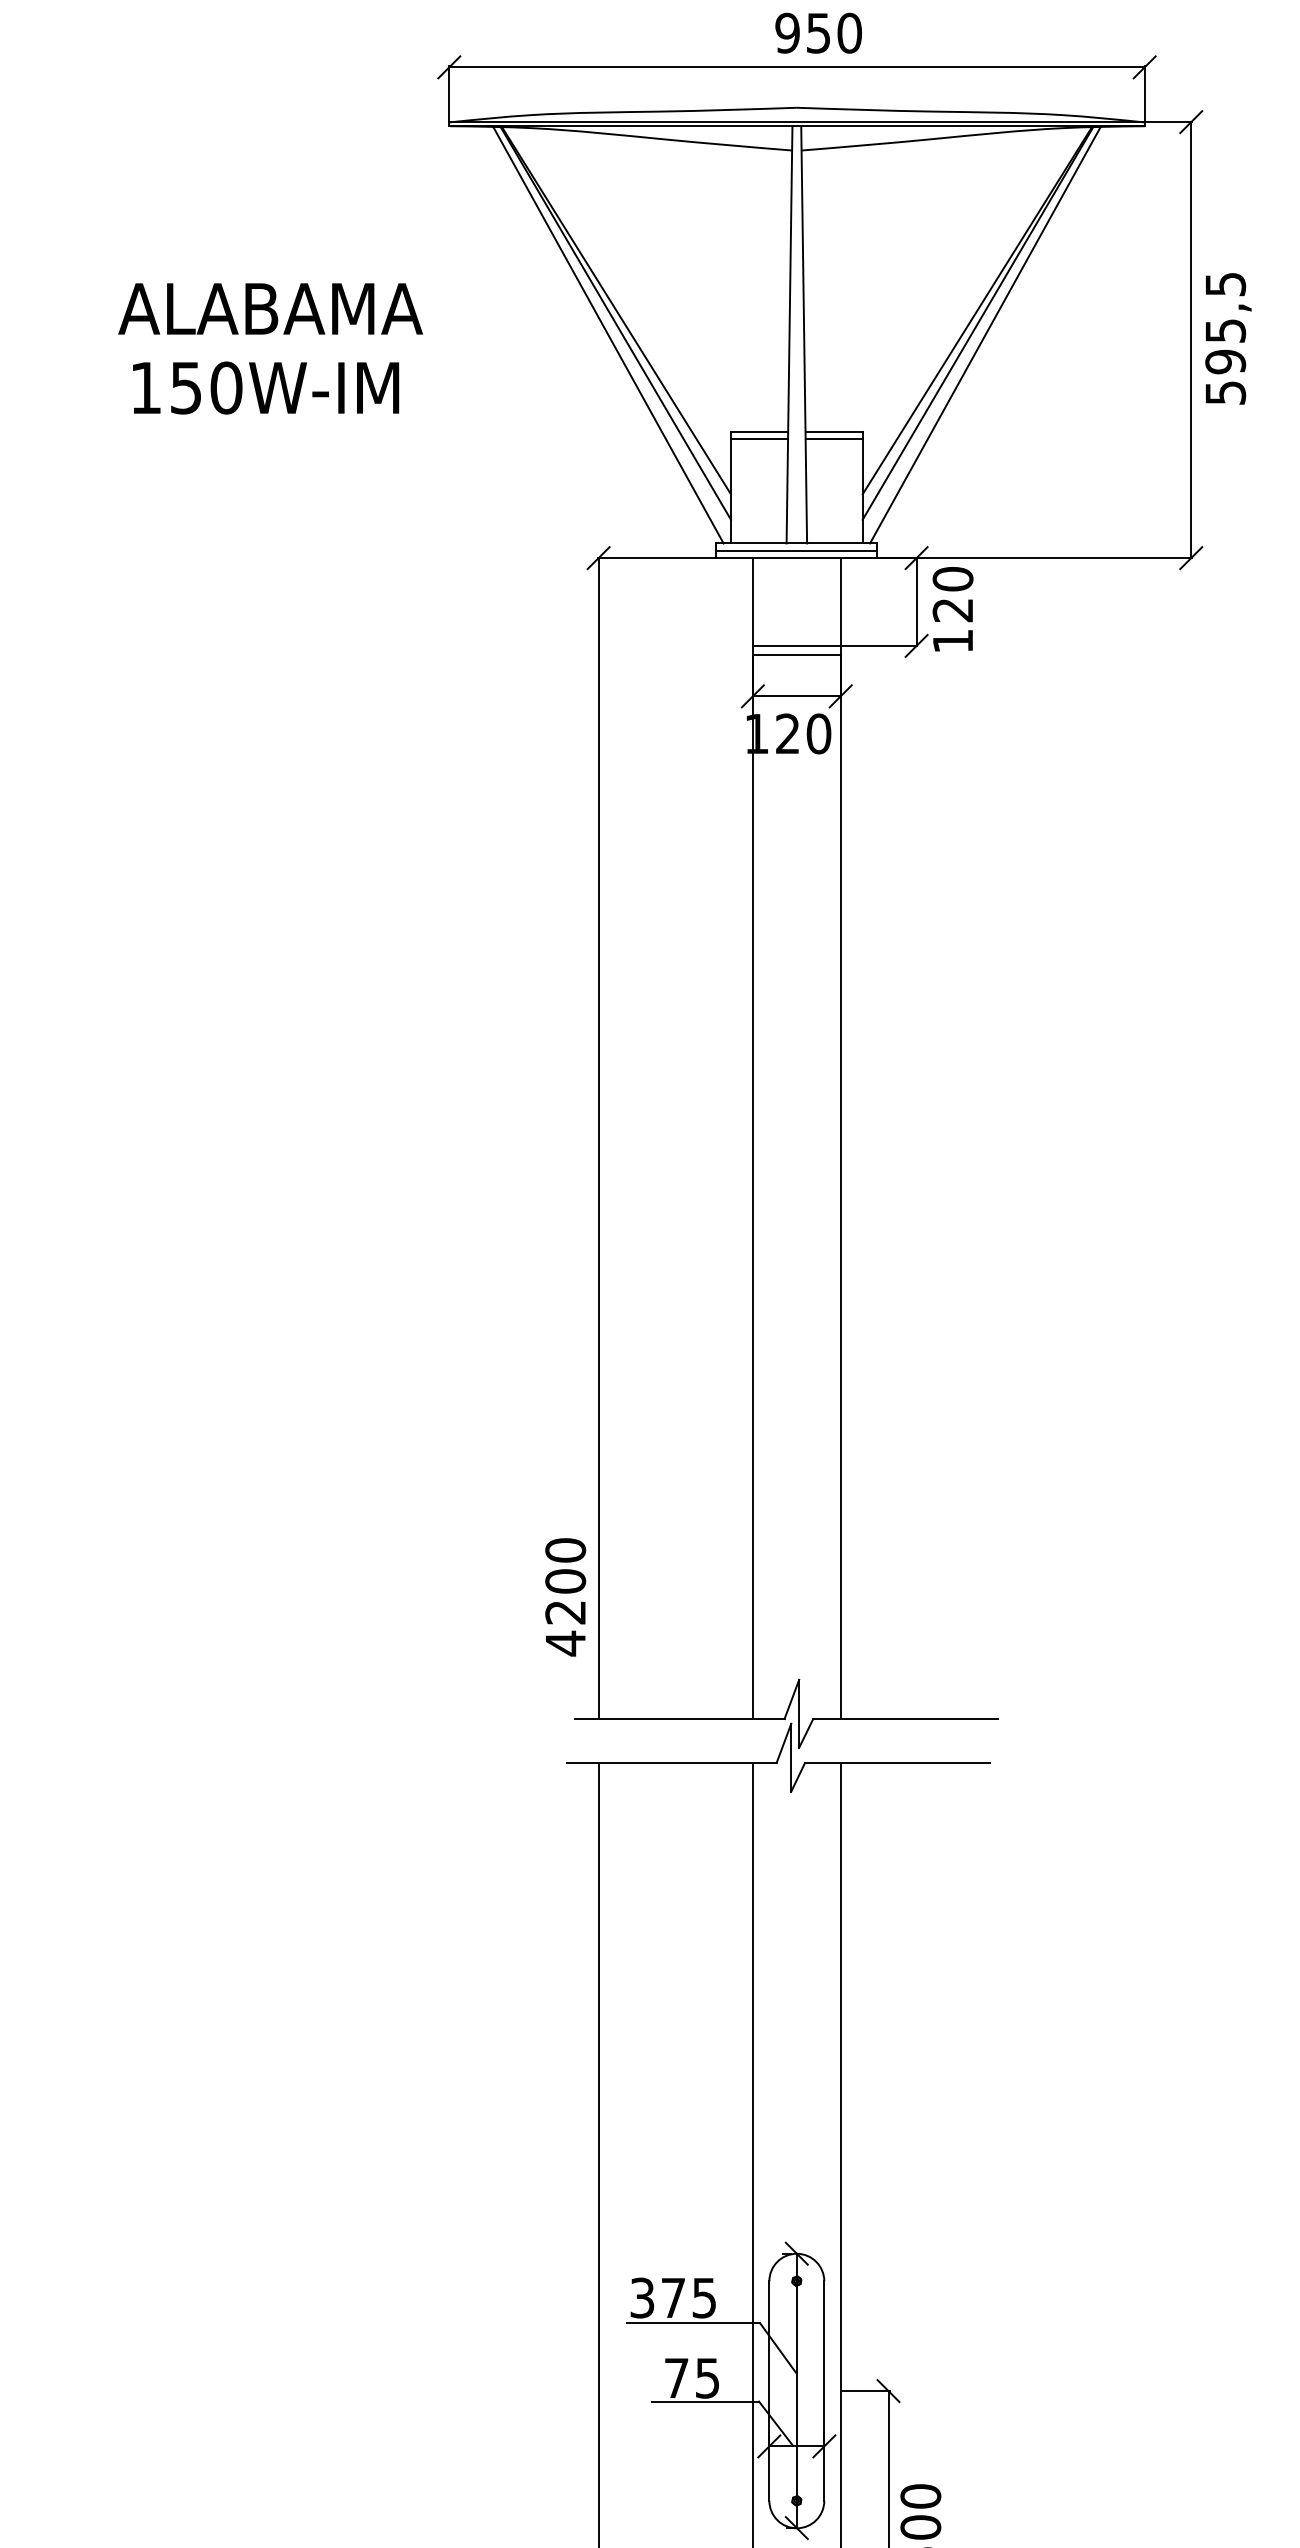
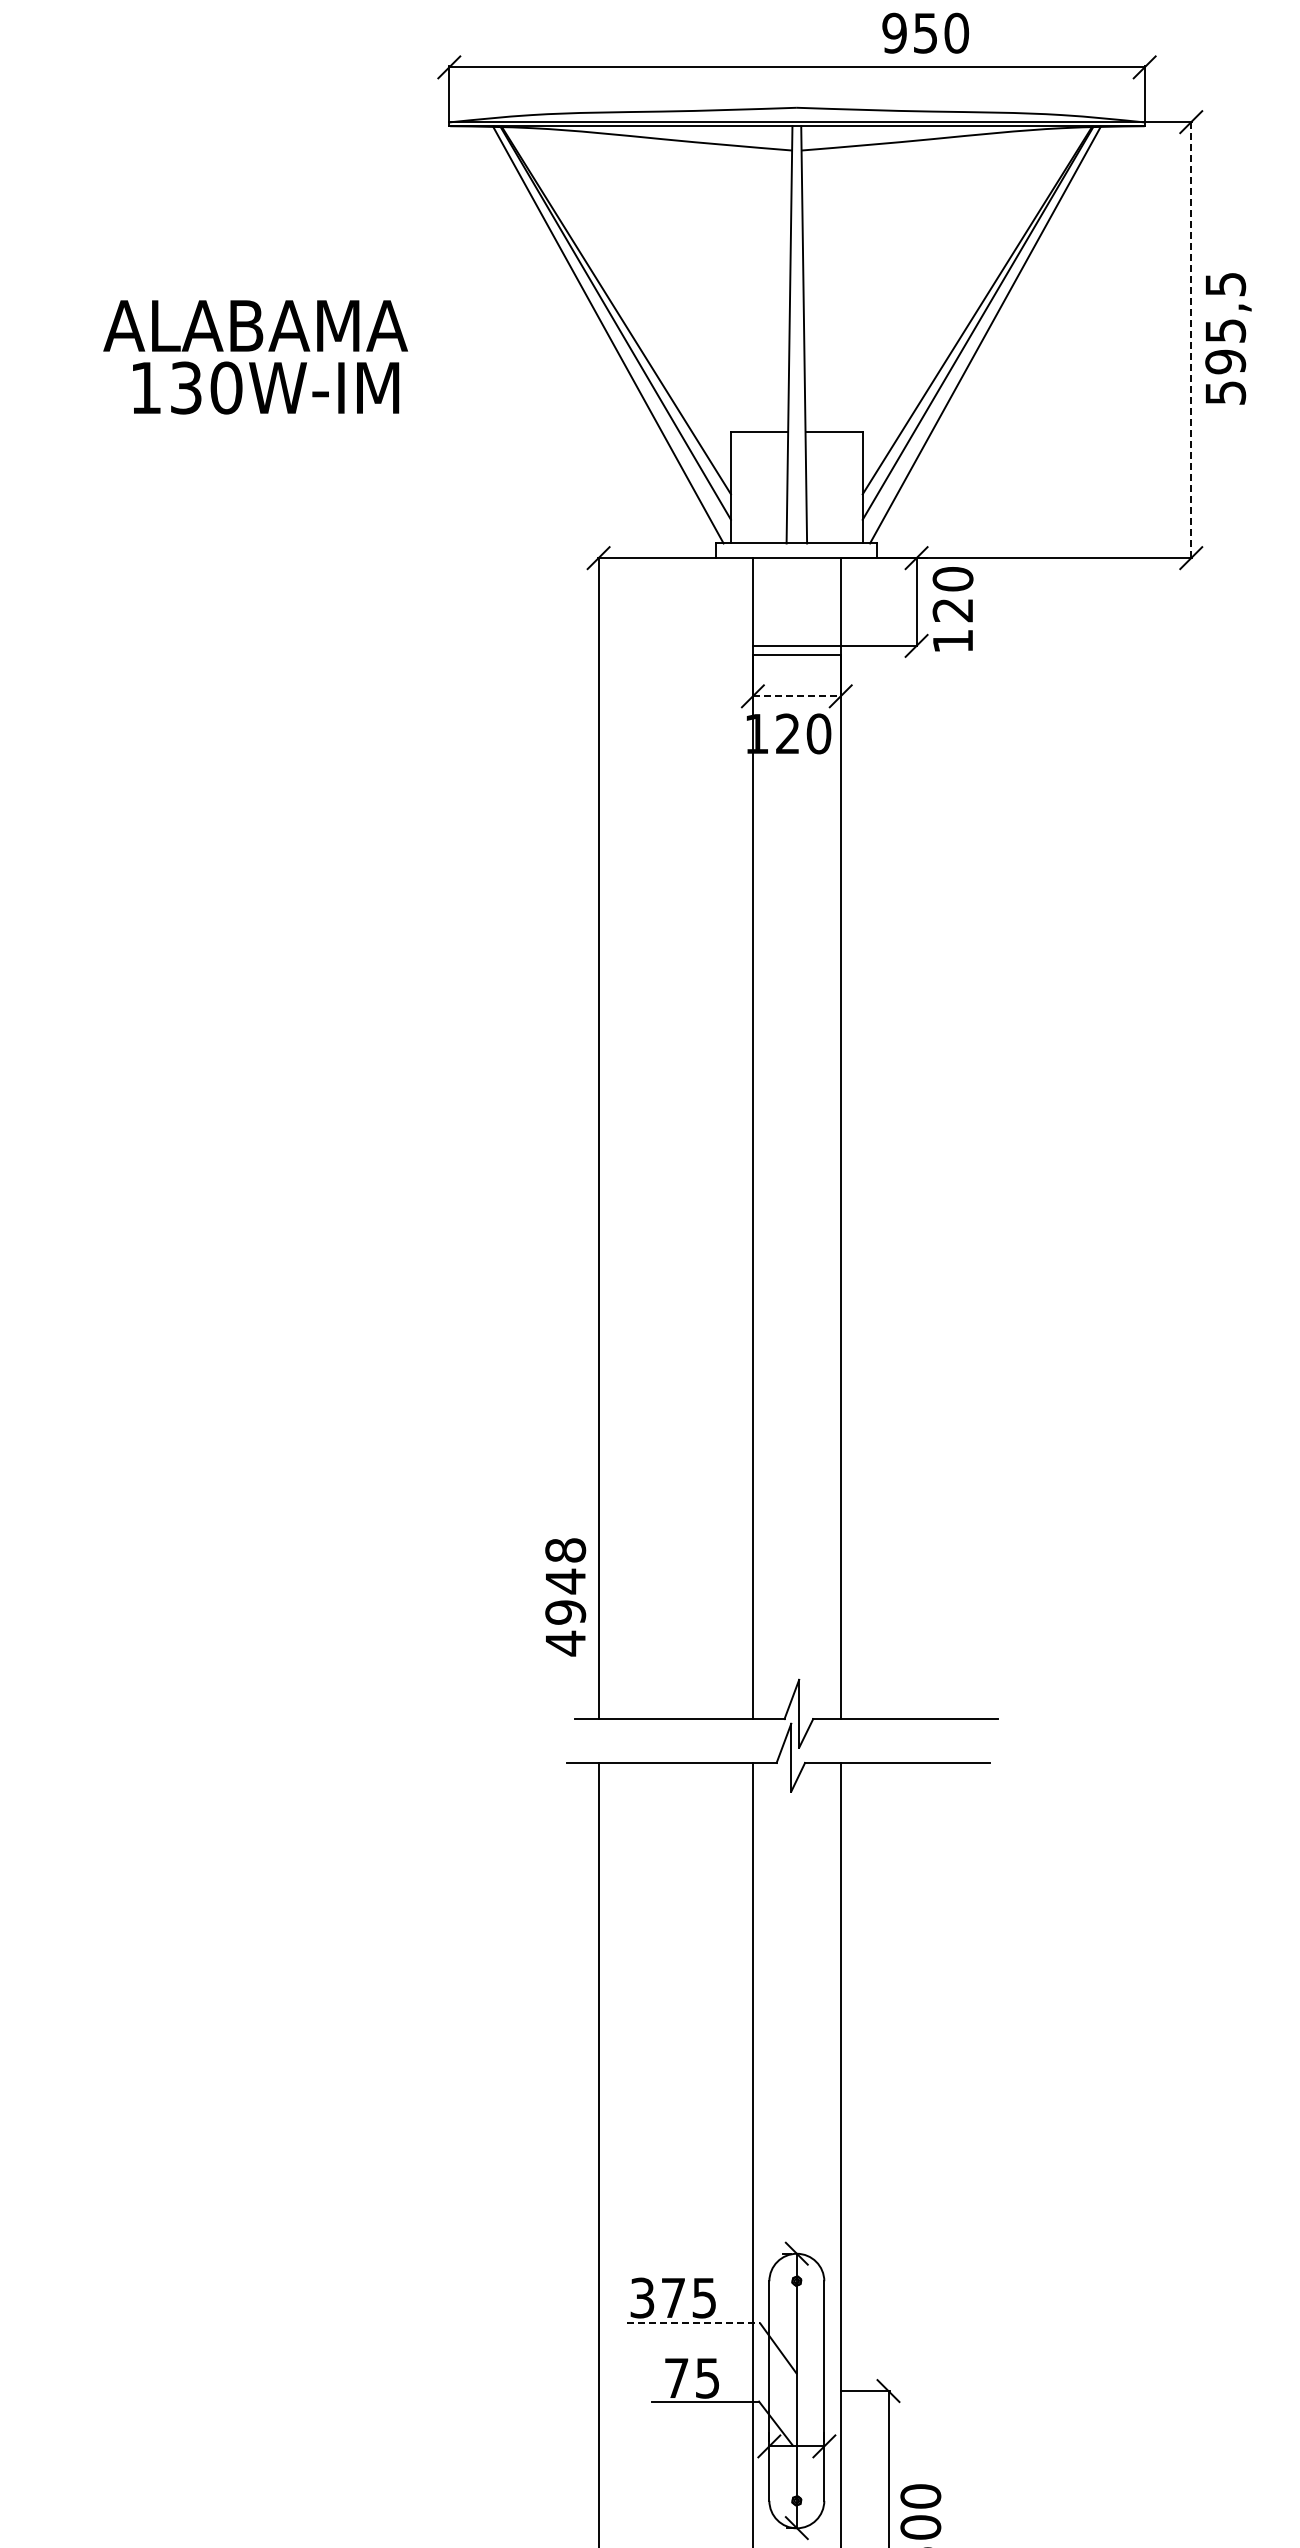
text at (818, 32) position: (818, 32) -> (925, 32)
text at (270, 308) position: (270, 308) -> (255, 325)
line at (1191, 340): solid -> dashed
text at (186, 387): 150W-IM -> 130W-IM
line at (759, 438): present -> none
line at (833, 438): present -> none
line at (796, 550): present -> none
line at (796, 696): solid -> dashed
text at (565, 1581): 4200 -> 4948
line at (694, 2323): solid -> dashed
